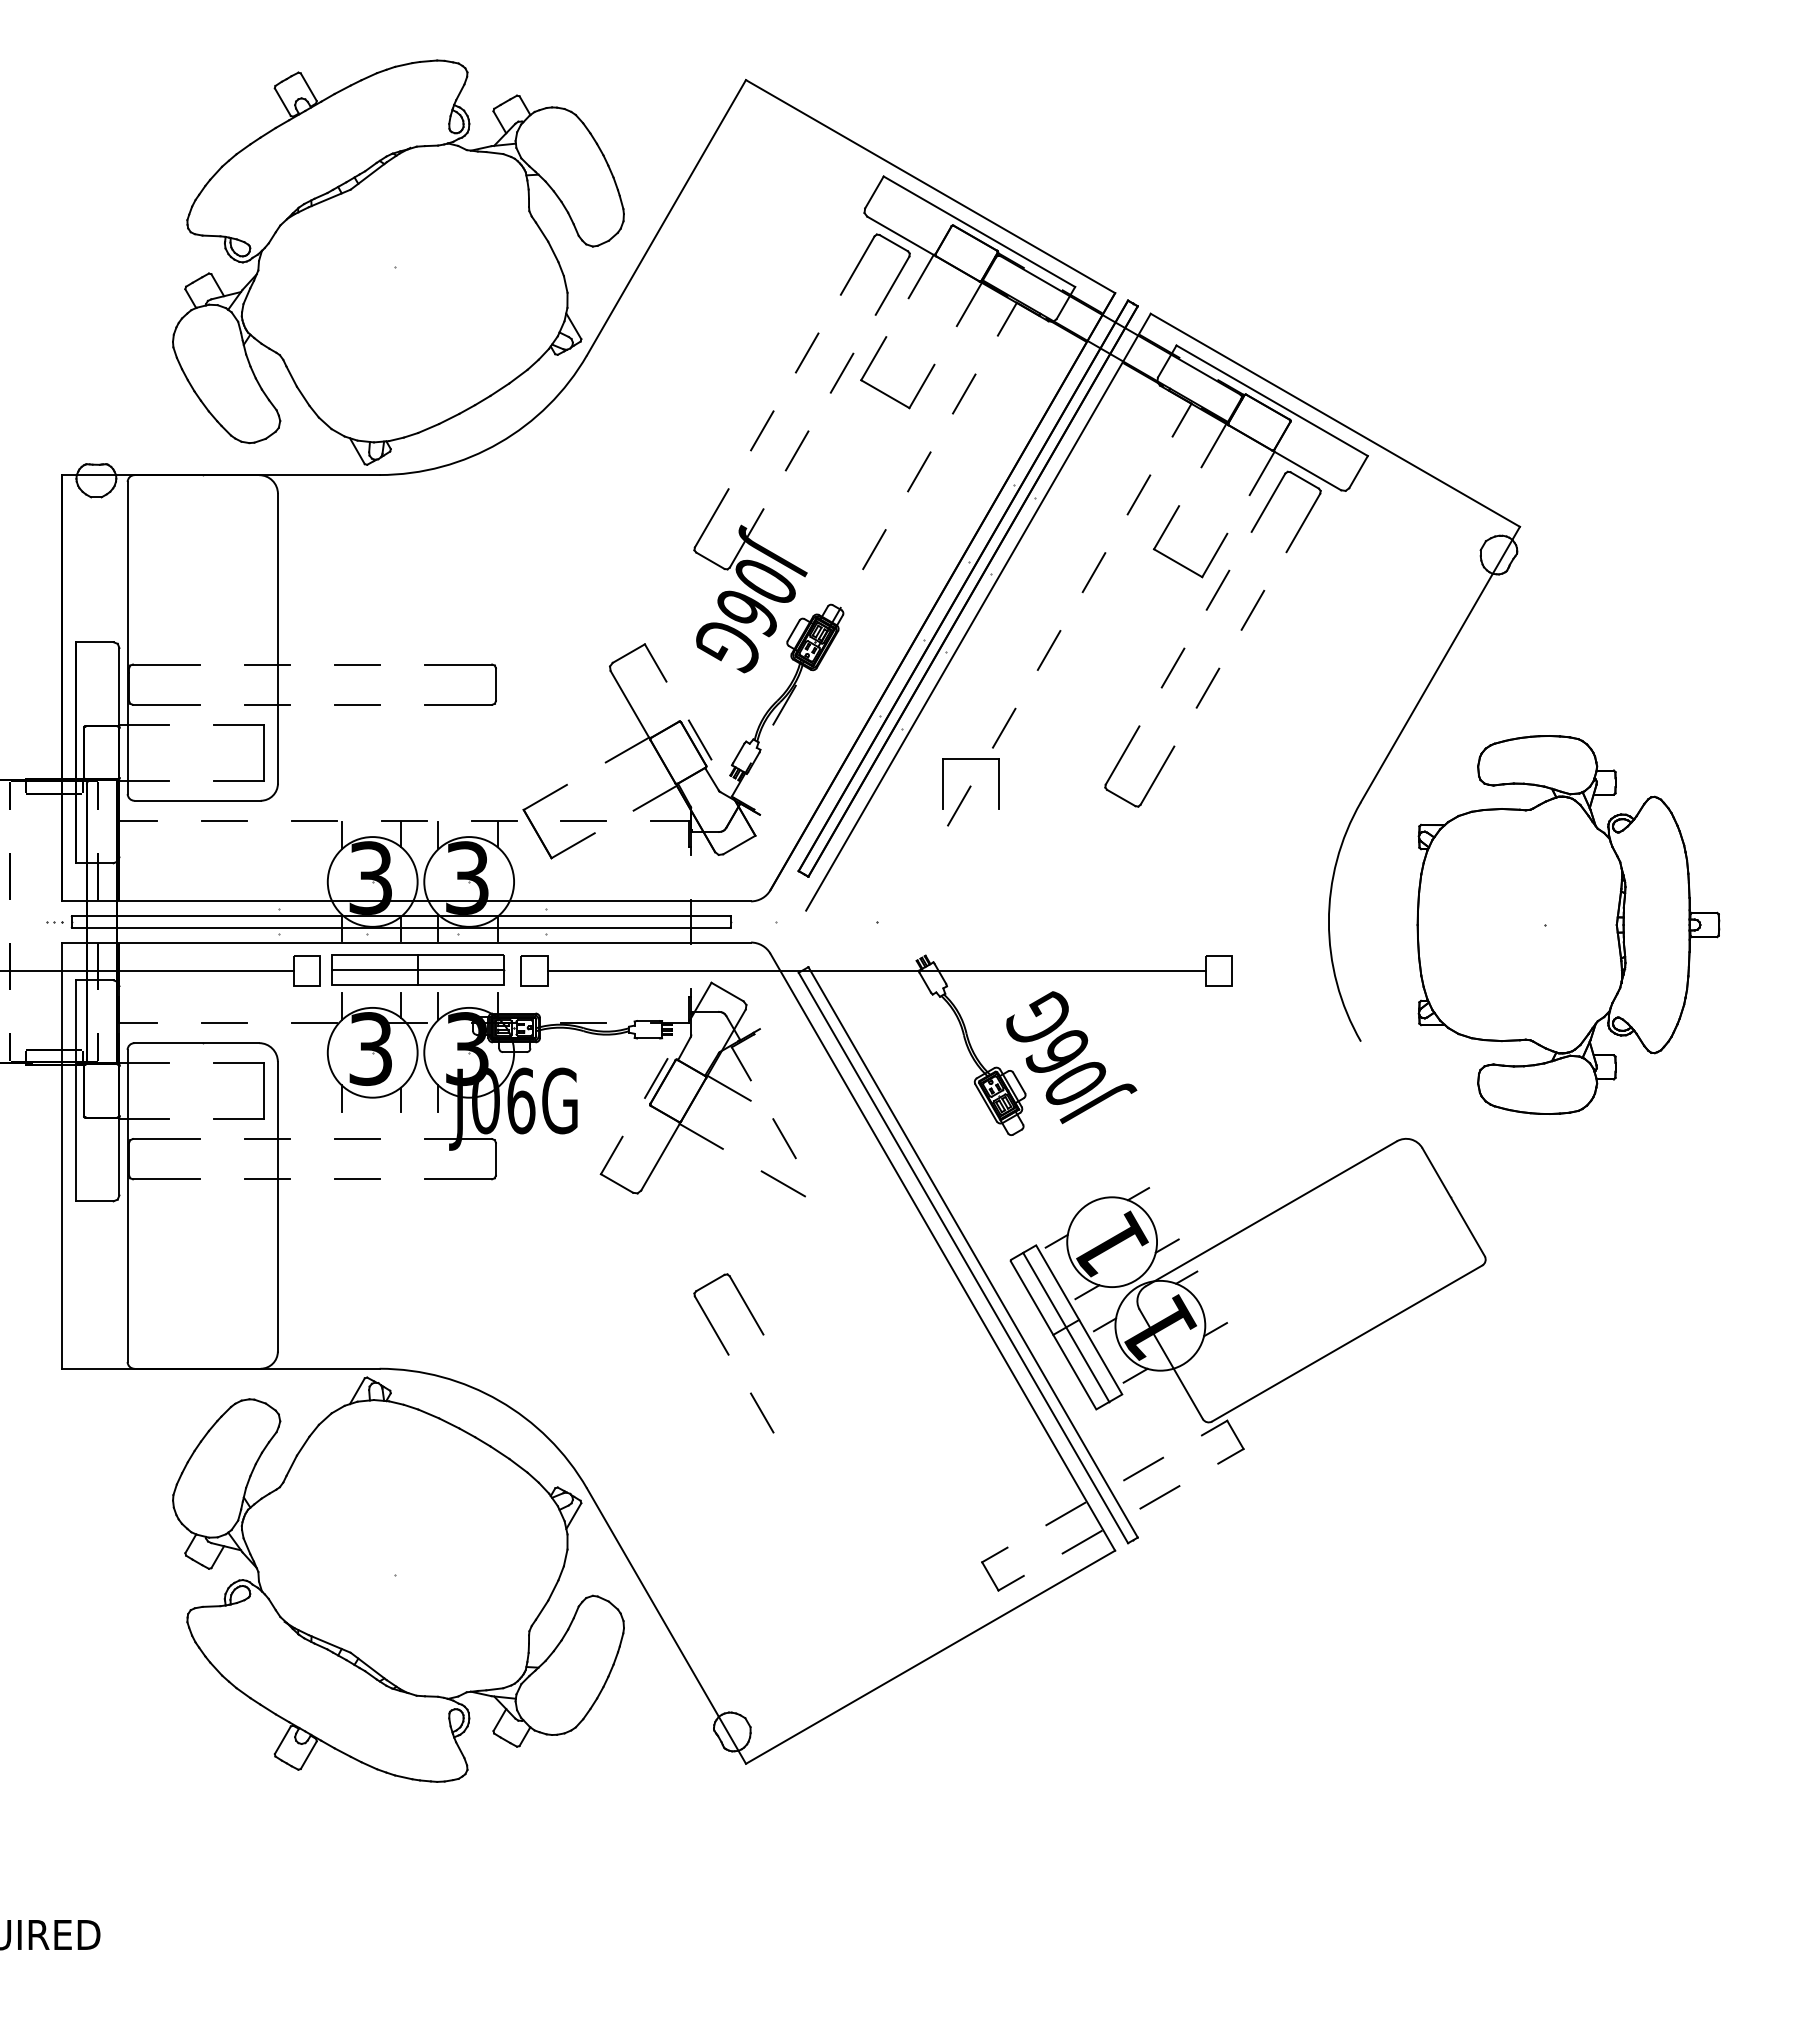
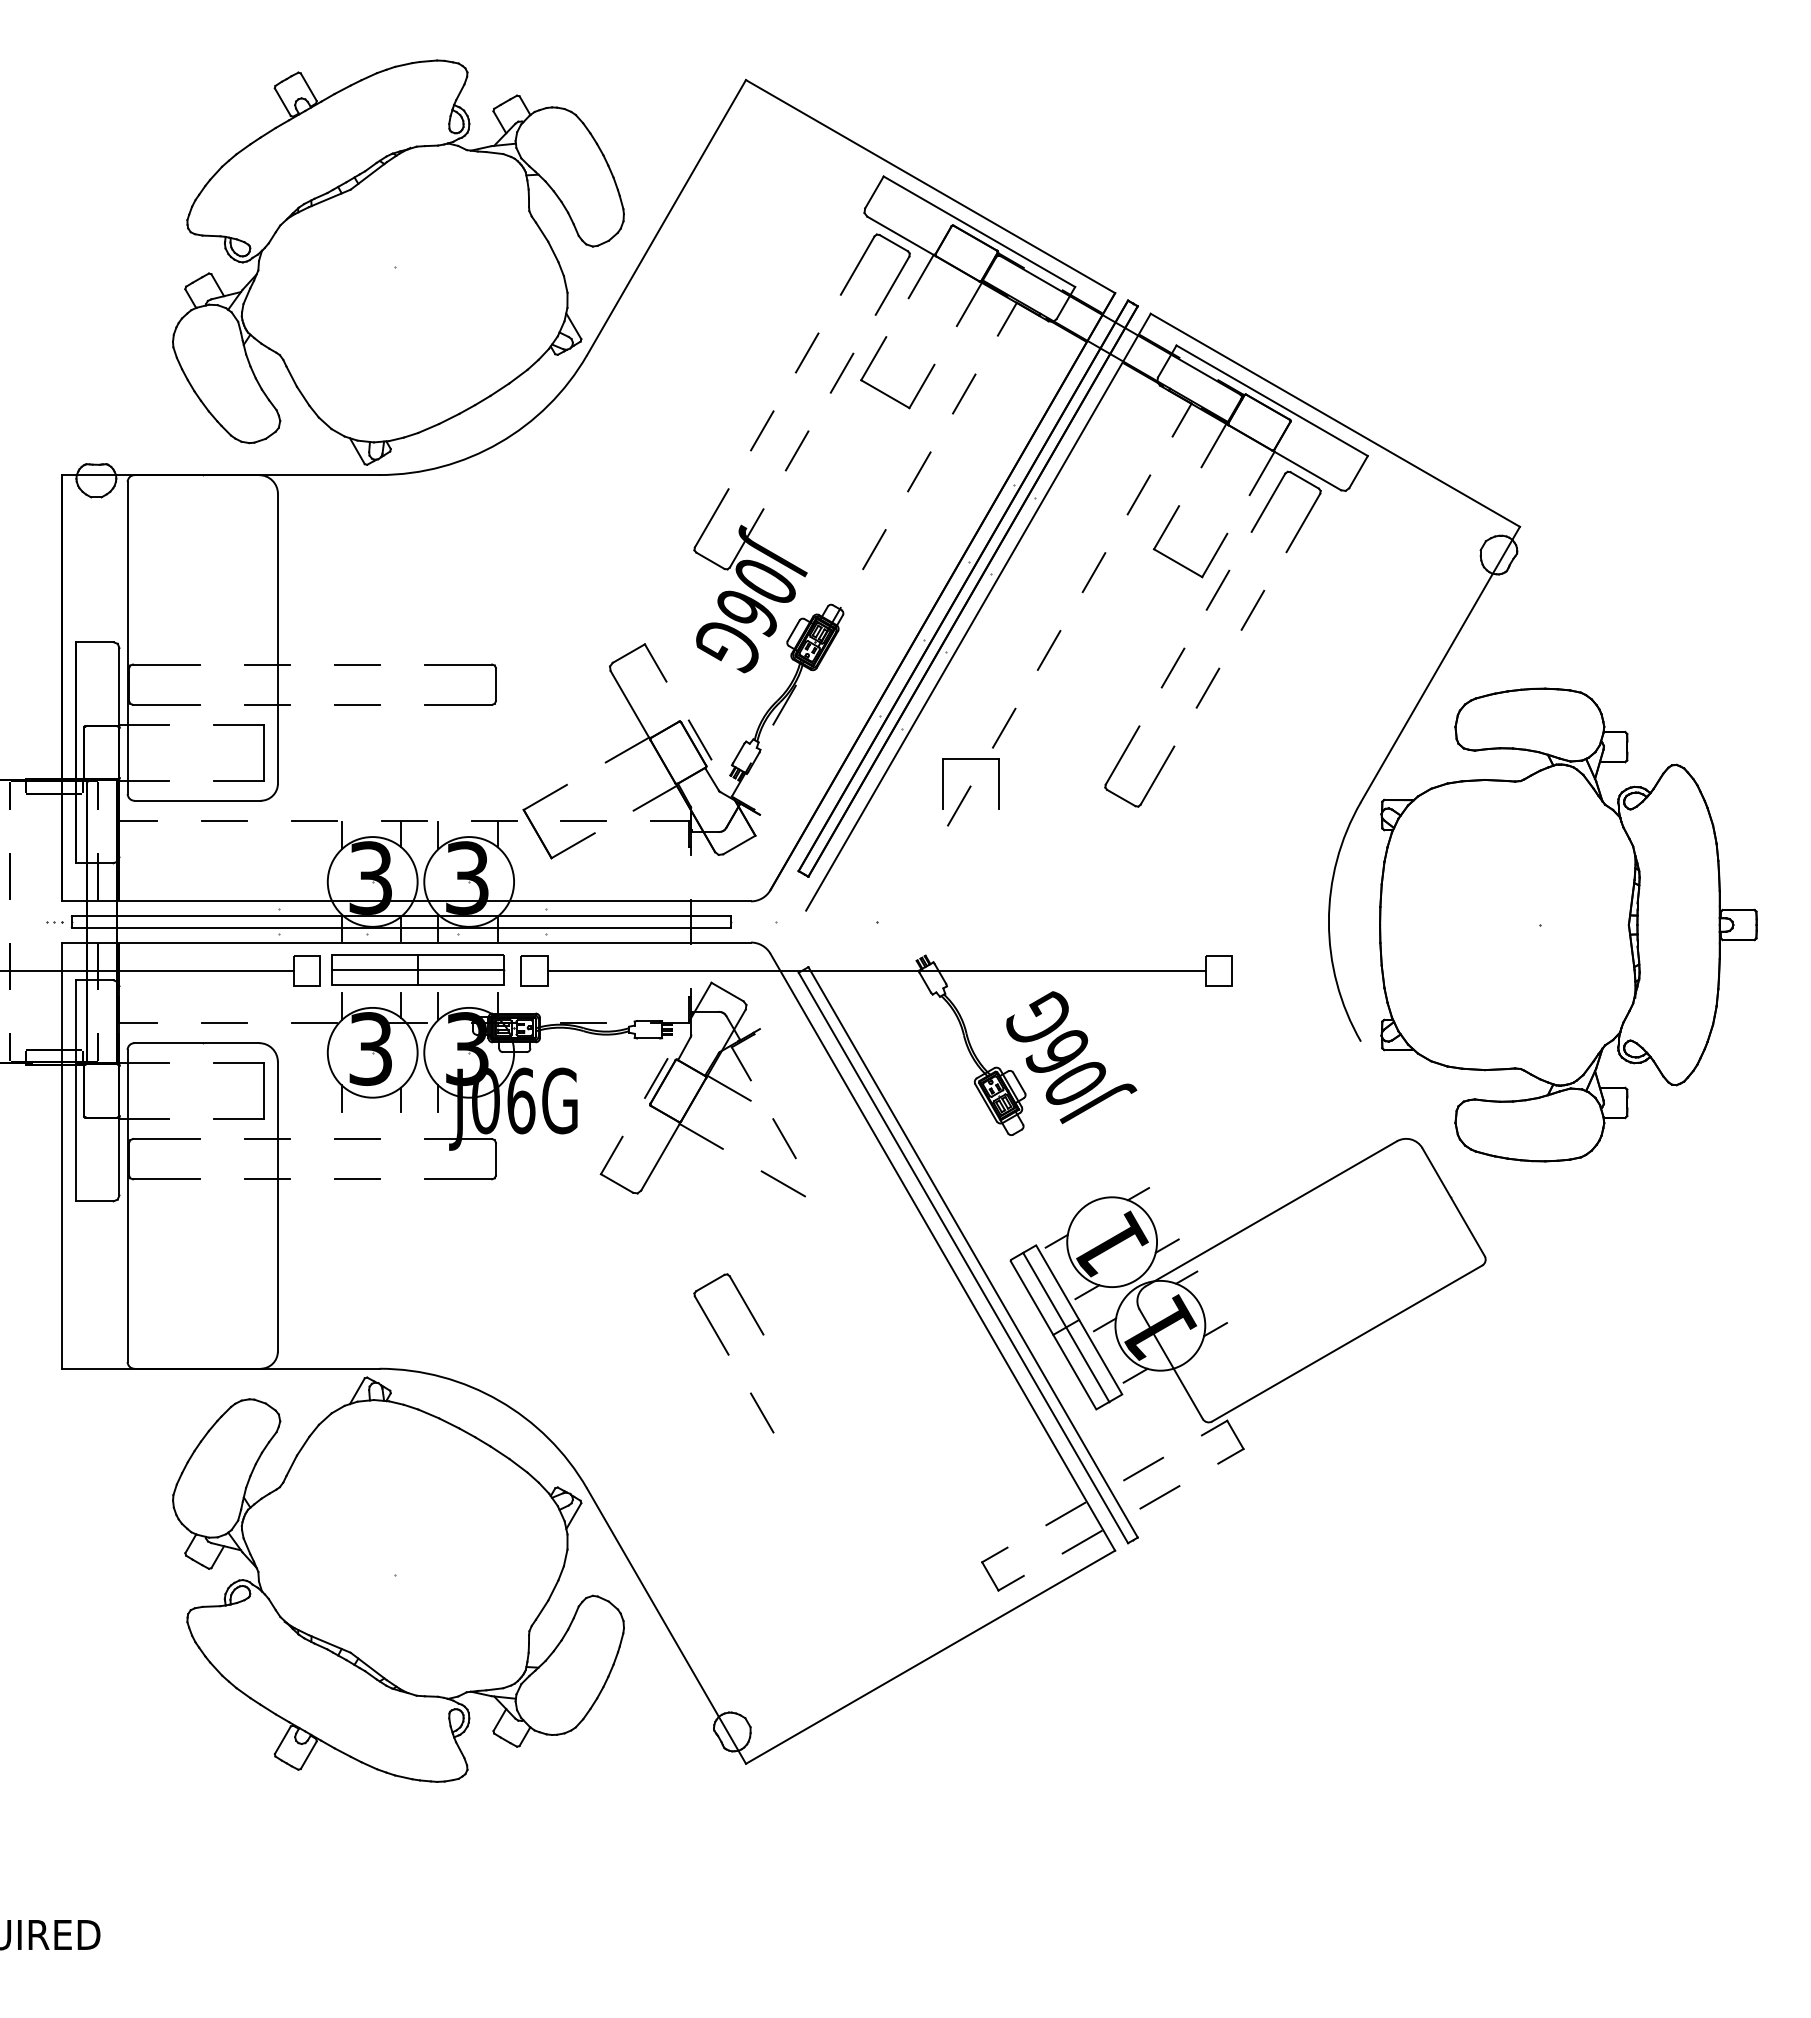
part at (1568, 924) size: 305x380 px -> 379x476 px
